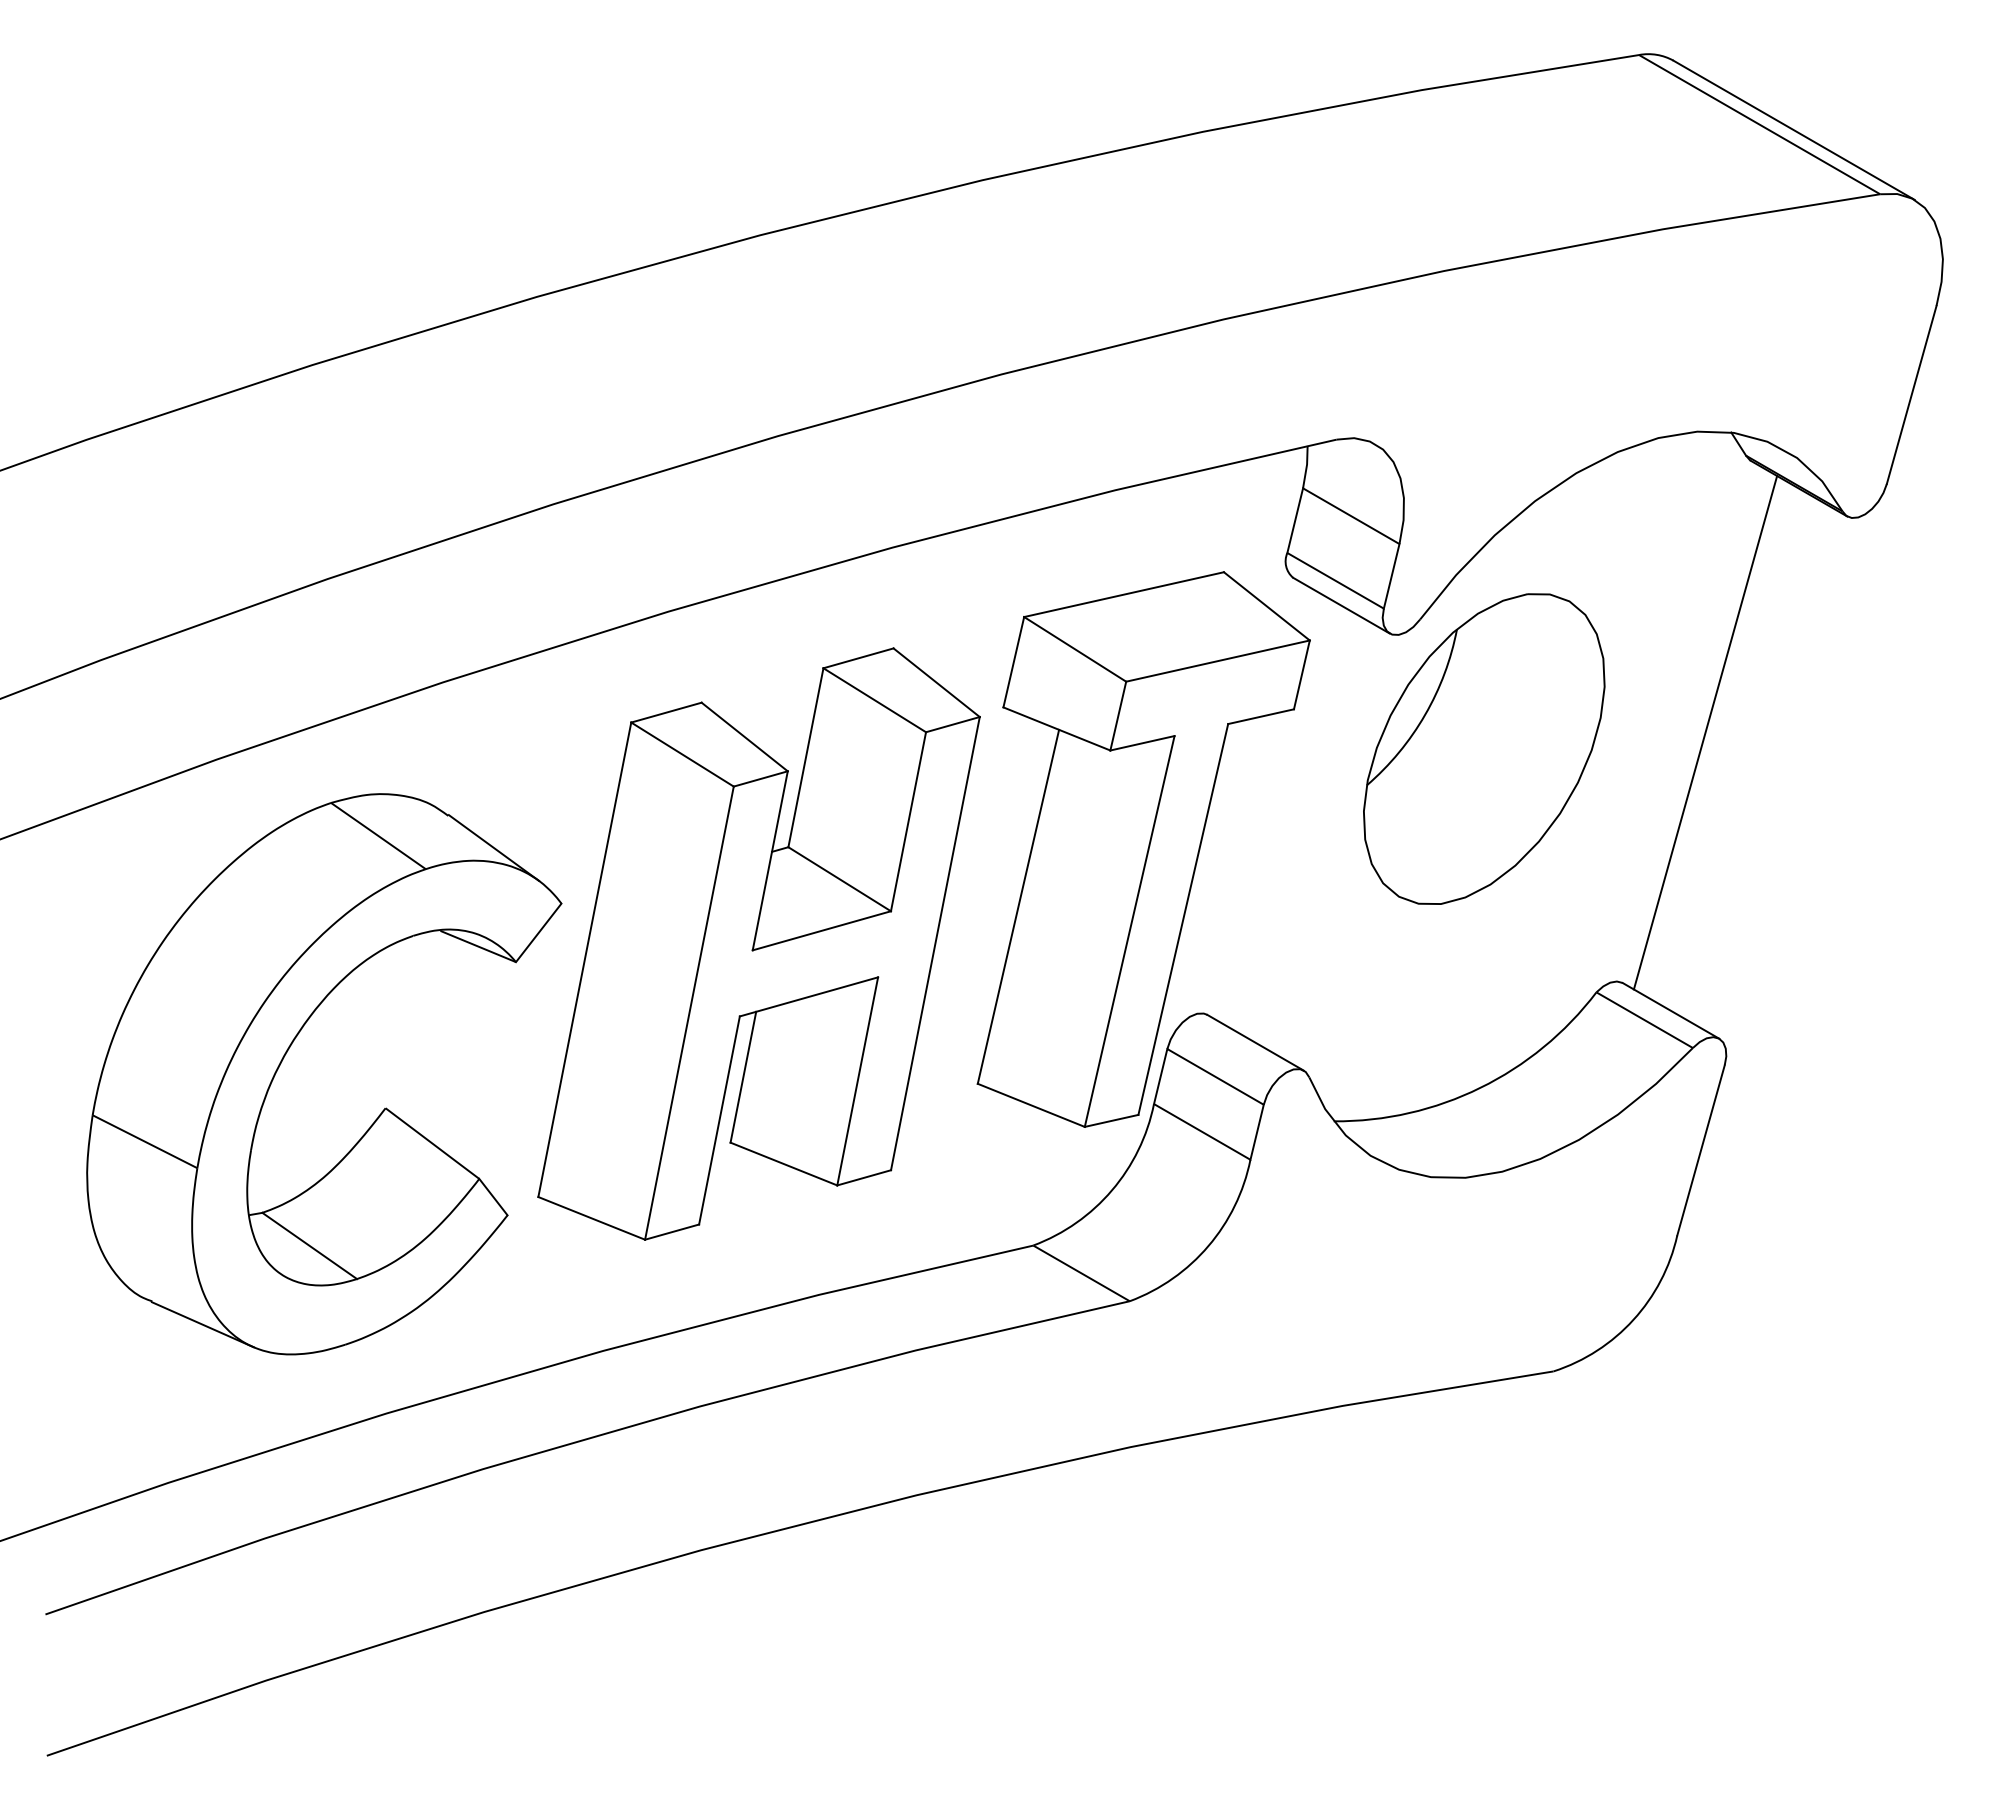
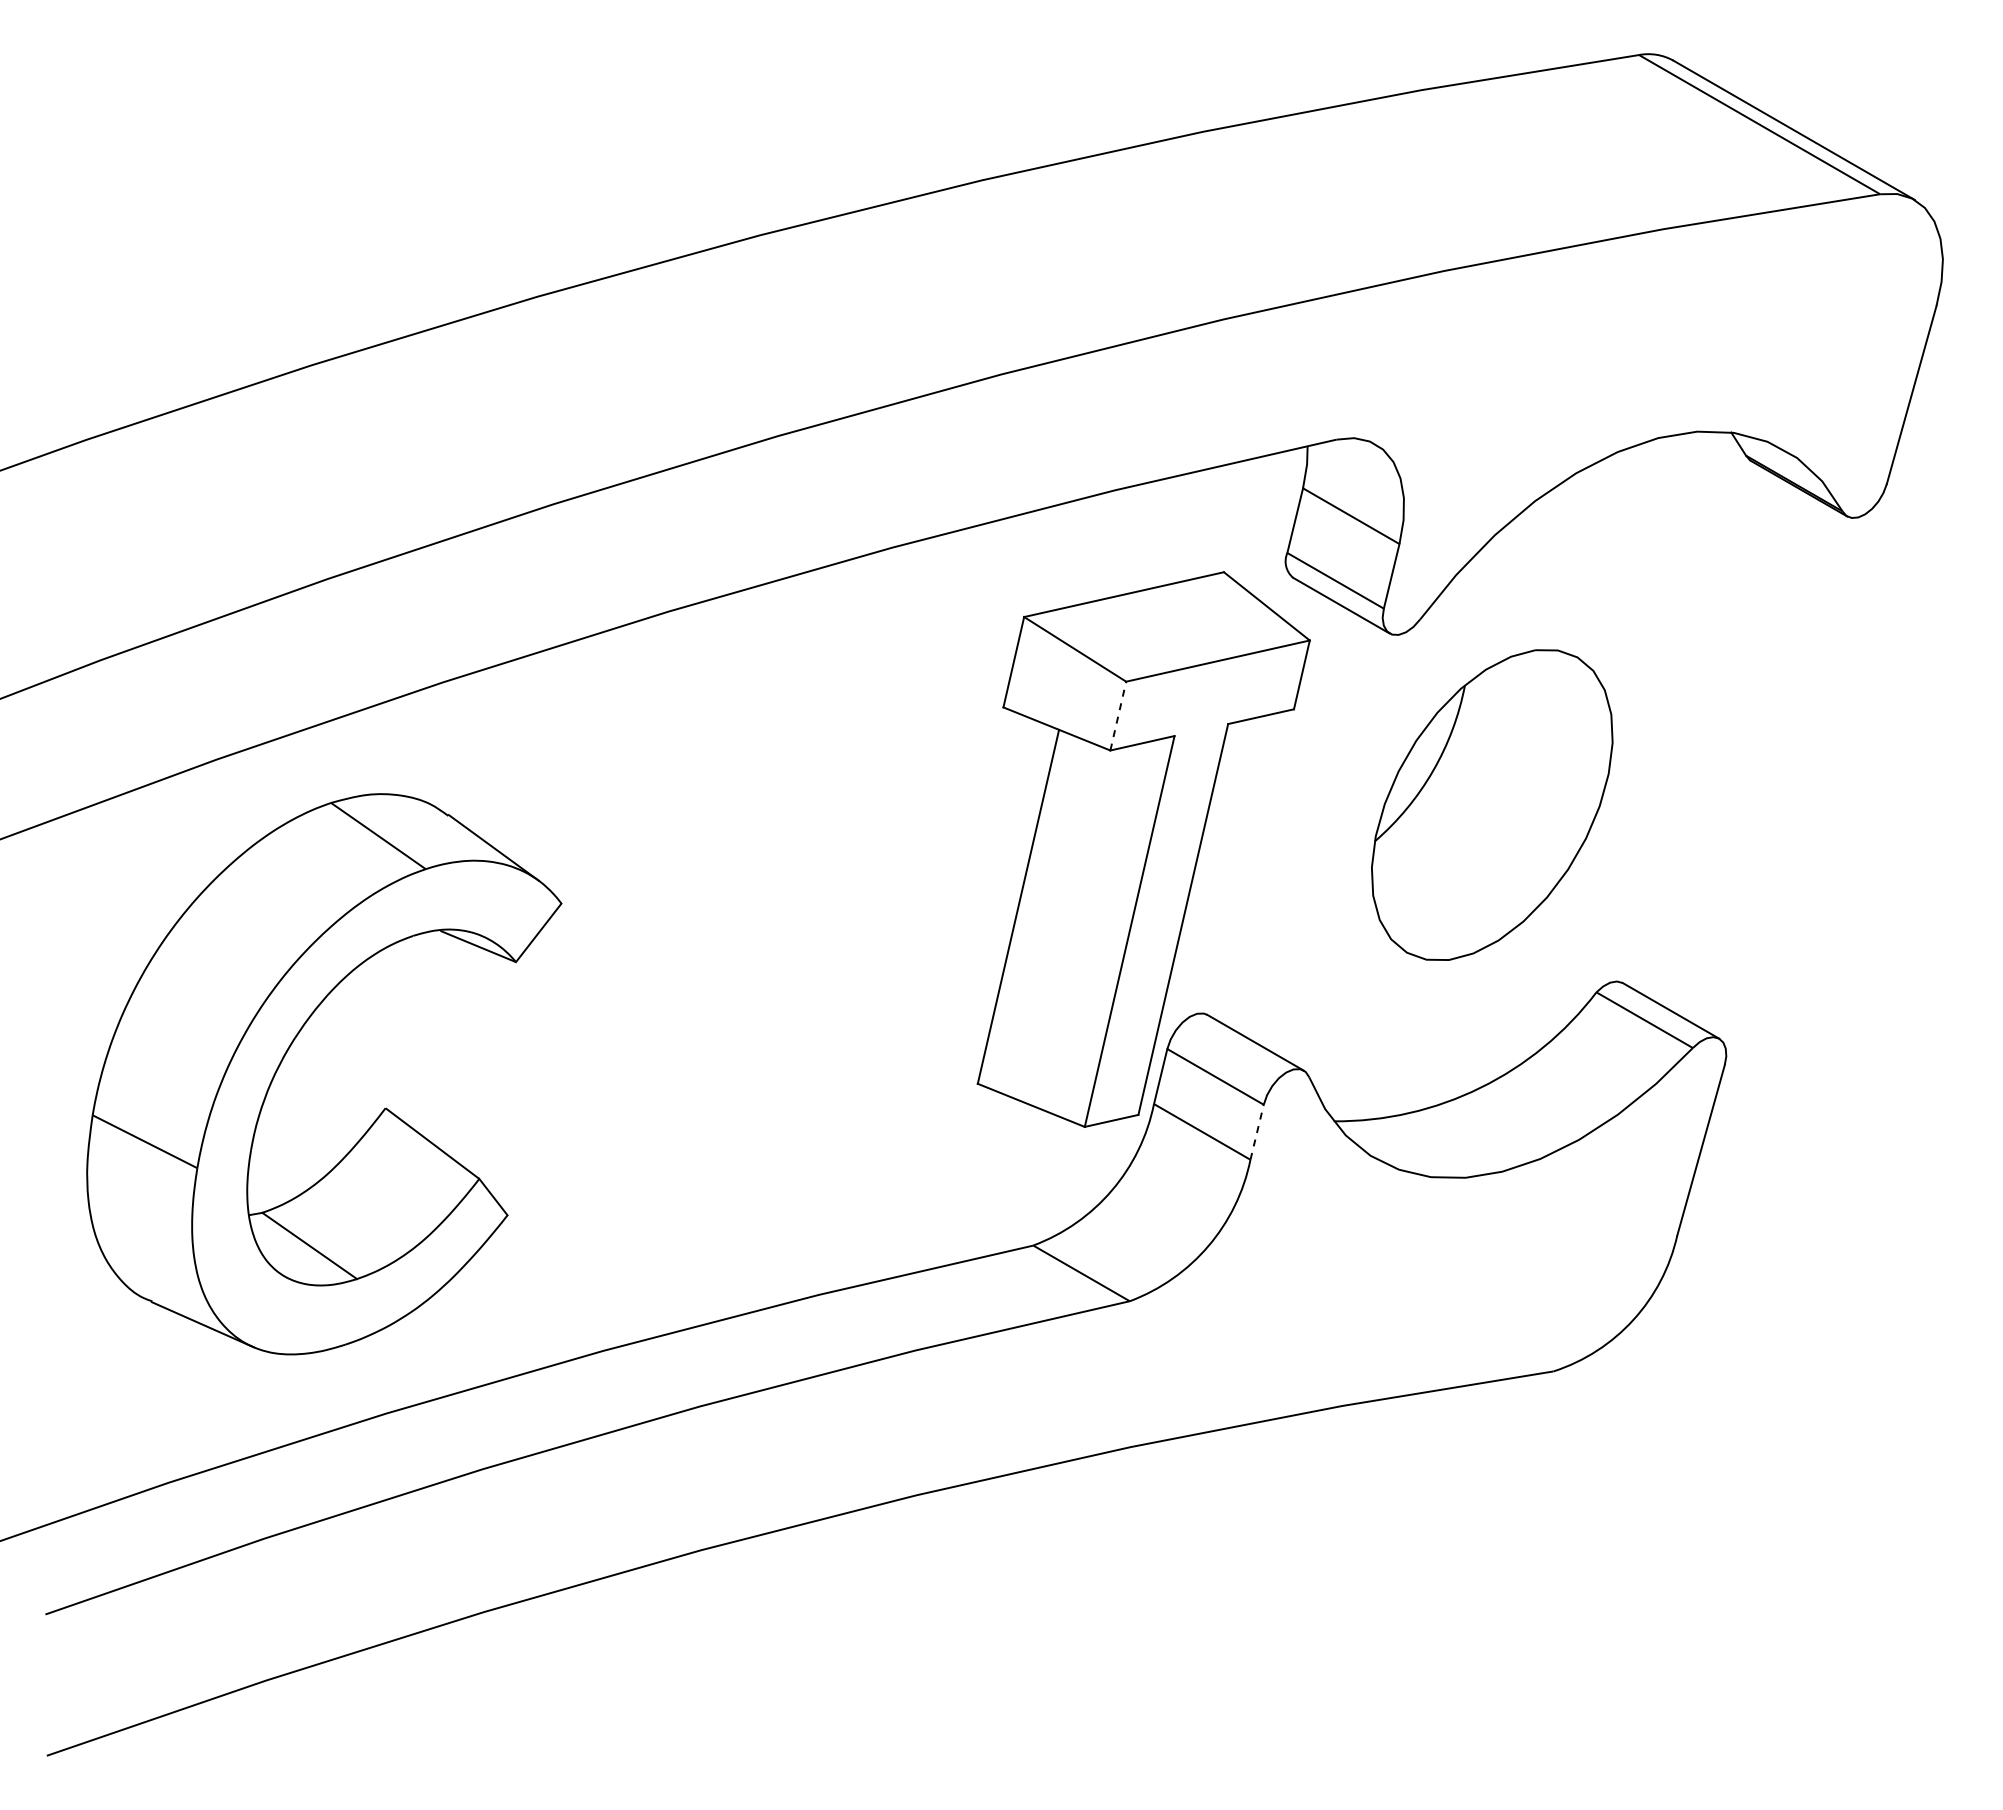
line at (1118, 715): solid -> dashed
line at (1705, 732): present -> none
part at (1484, 748) position: (1484, 748) -> (1492, 804)
part at (758, 943): present -> none
line at (1257, 1131): solid -> dashed
